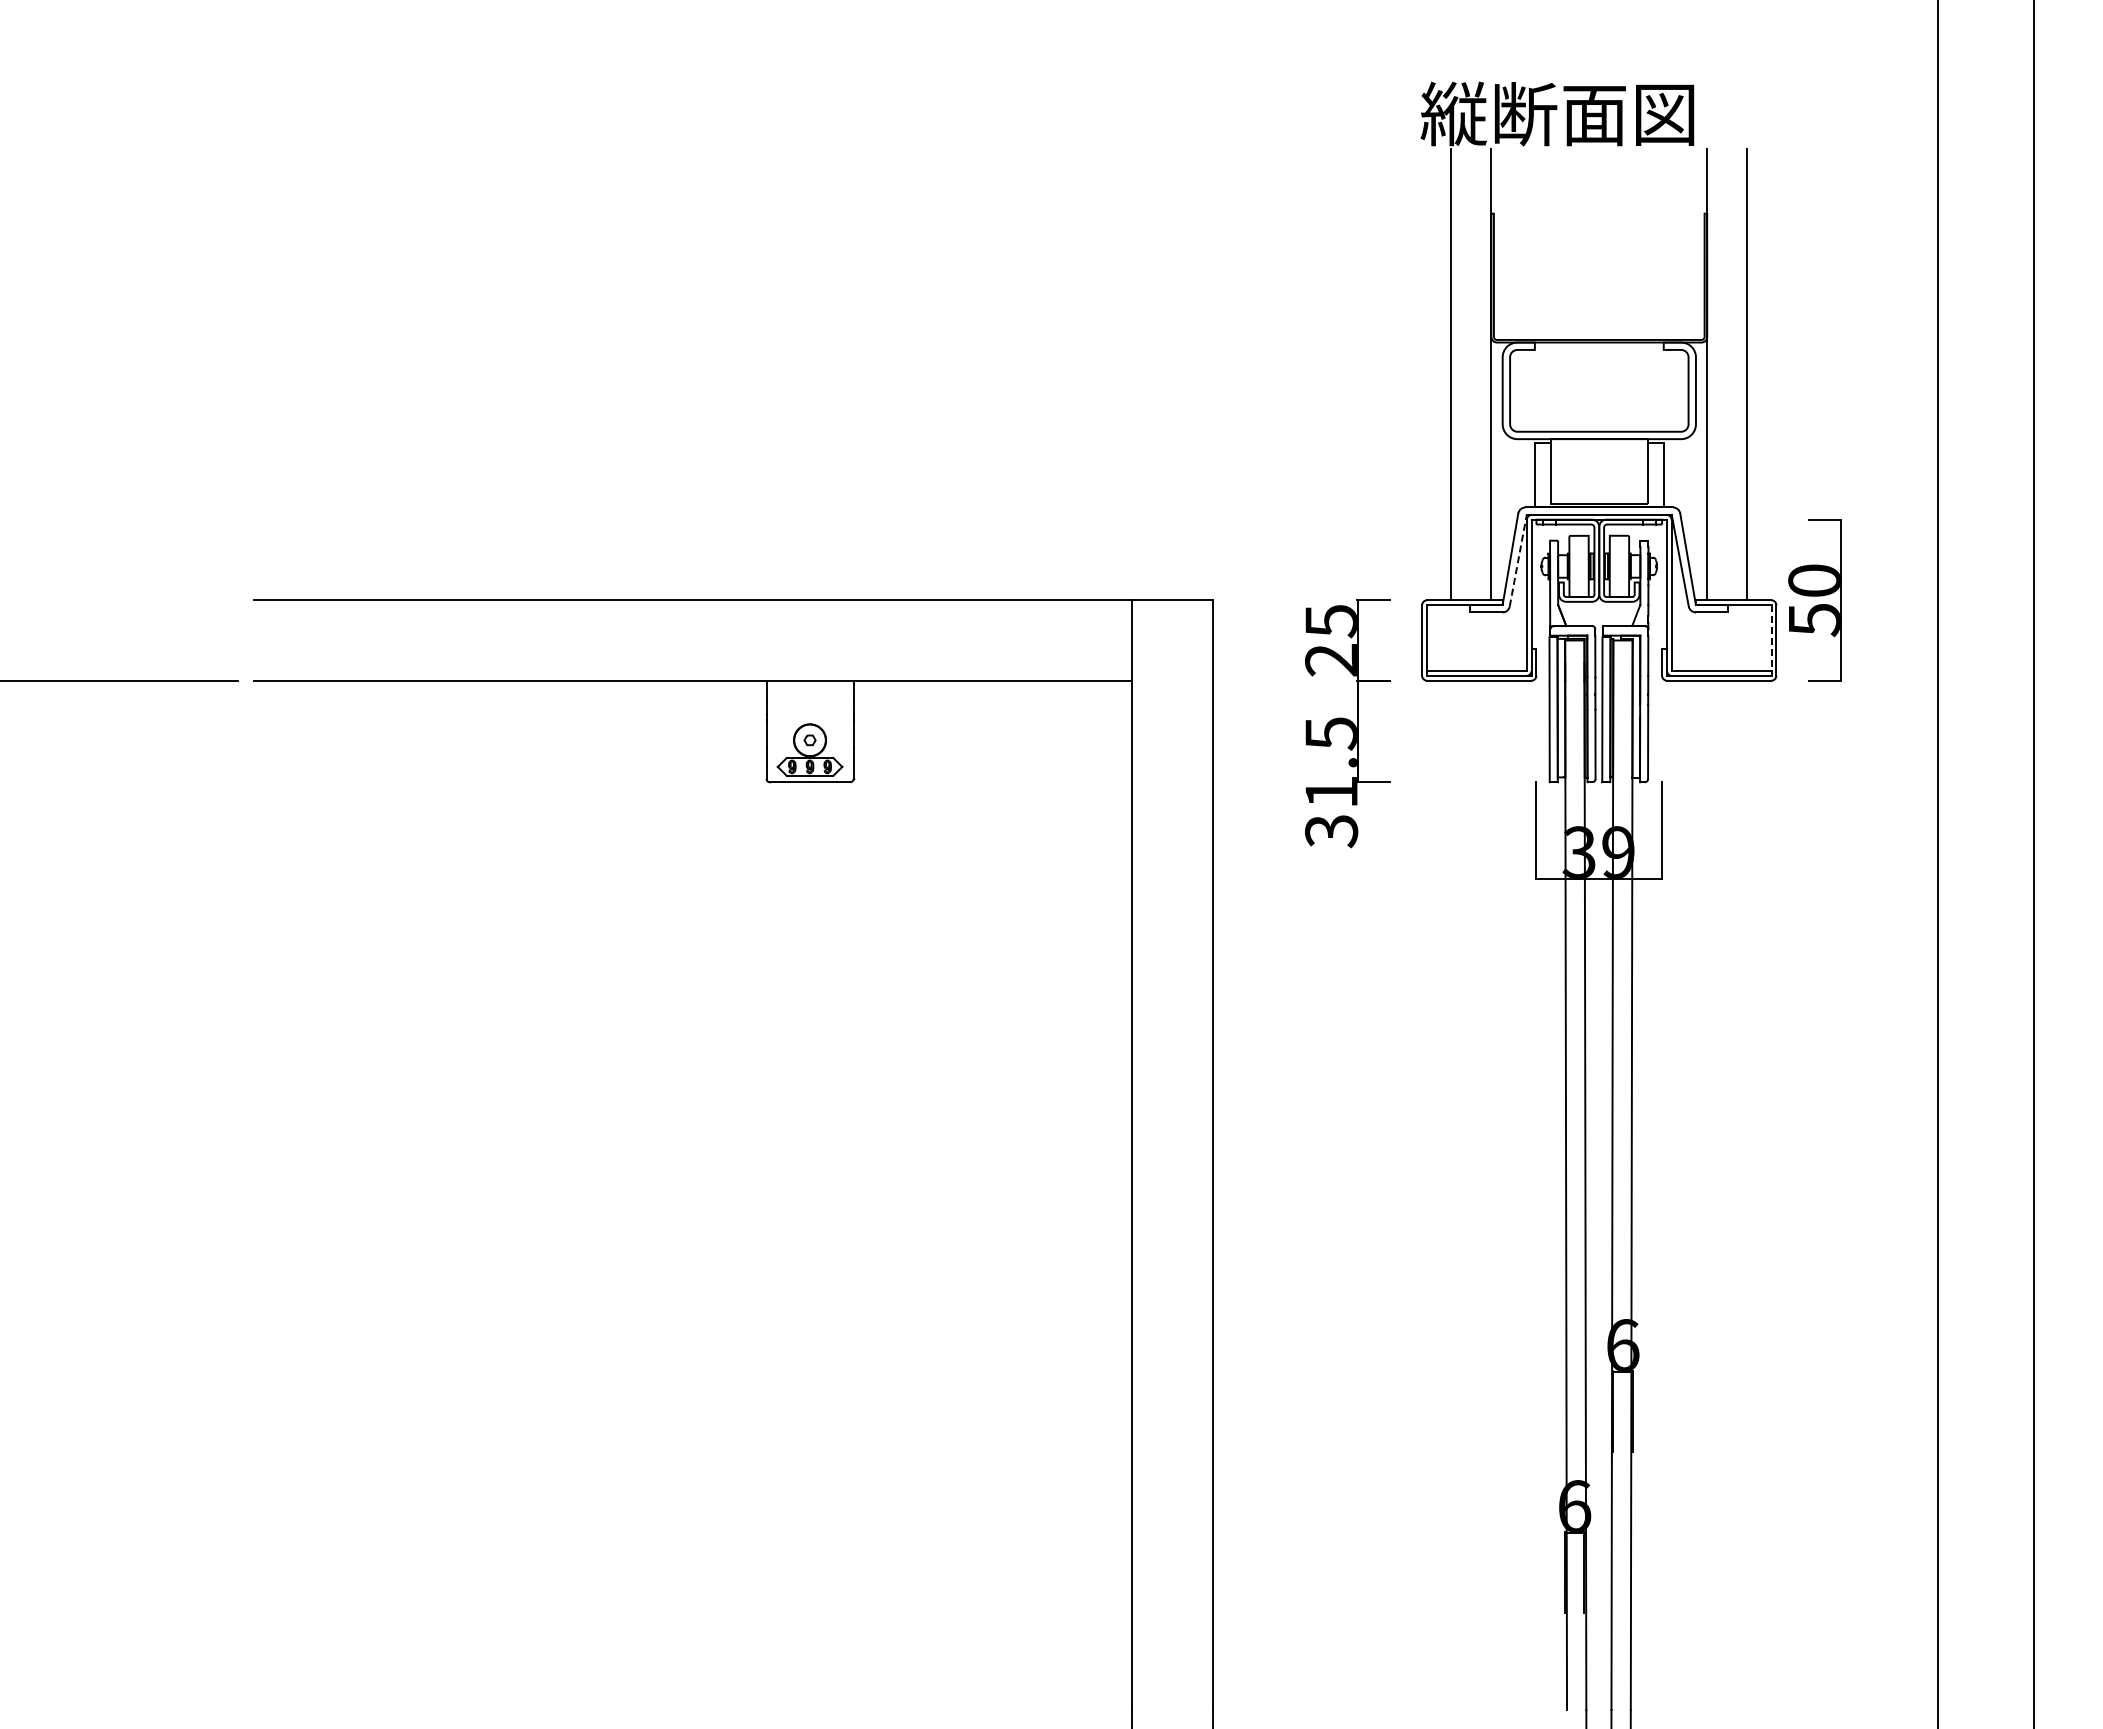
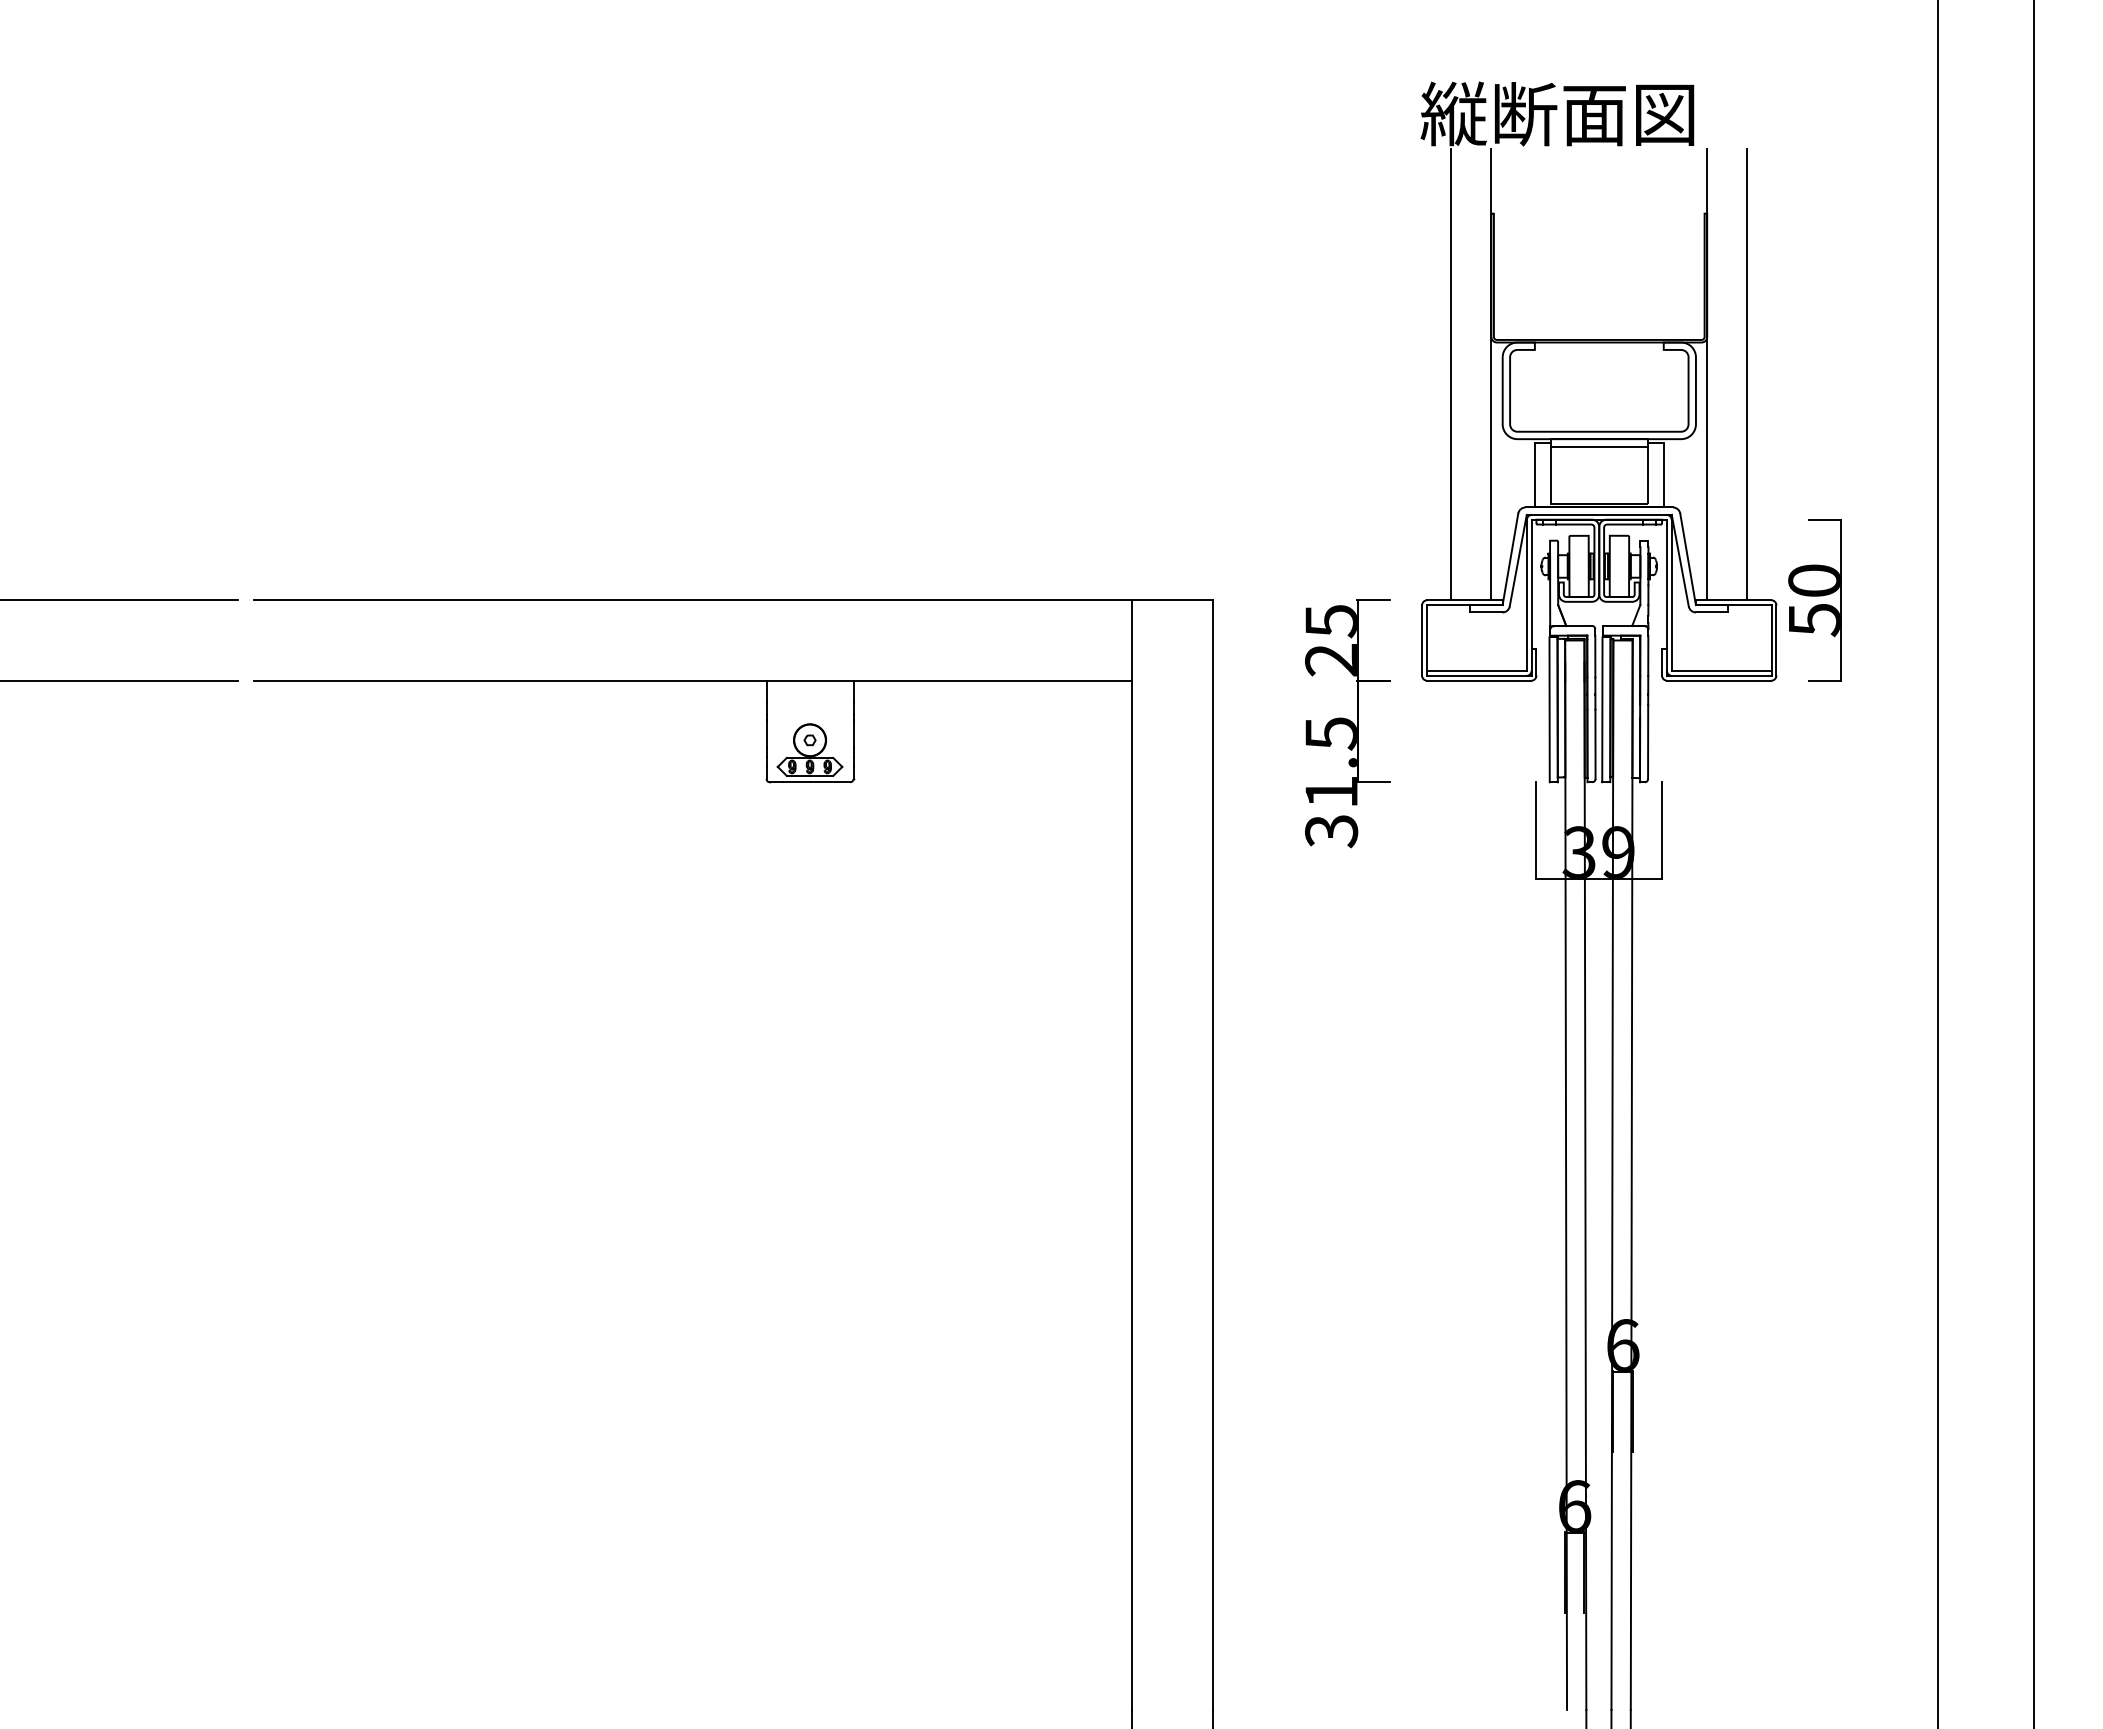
line at (1598, 446): none -> present
line at (1518, 560): dashed -> solid
line at (120, 600): none -> present
line at (1771, 641): dashed -> solid
